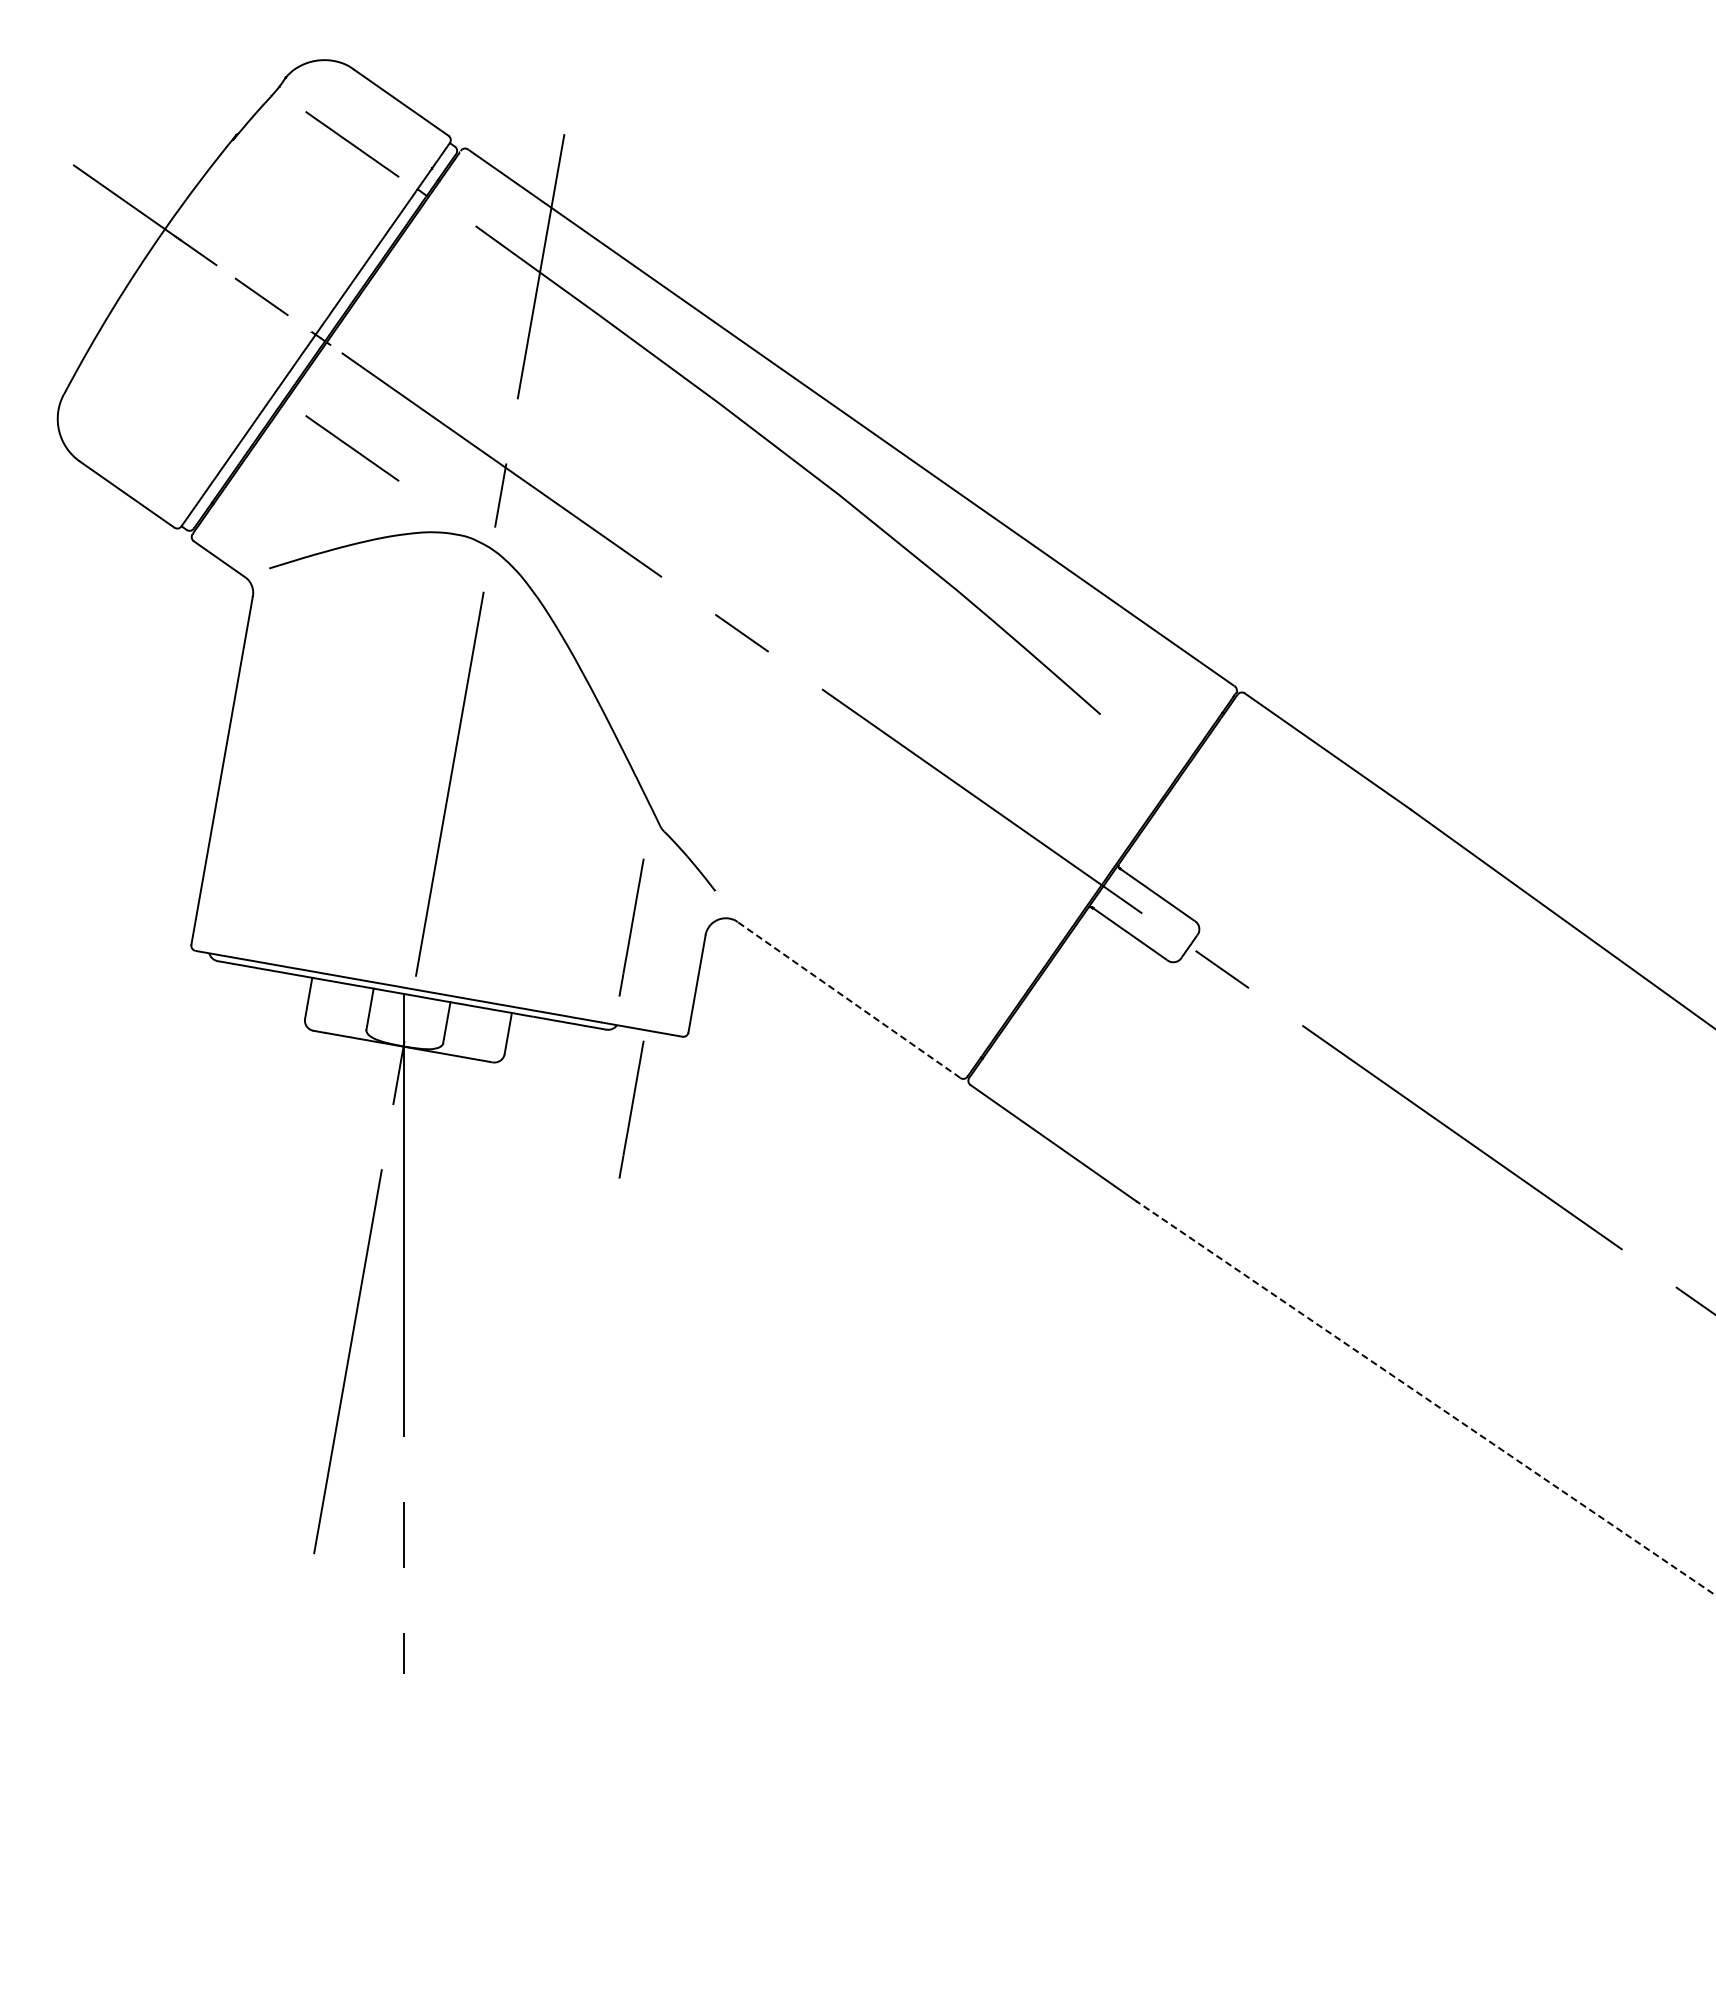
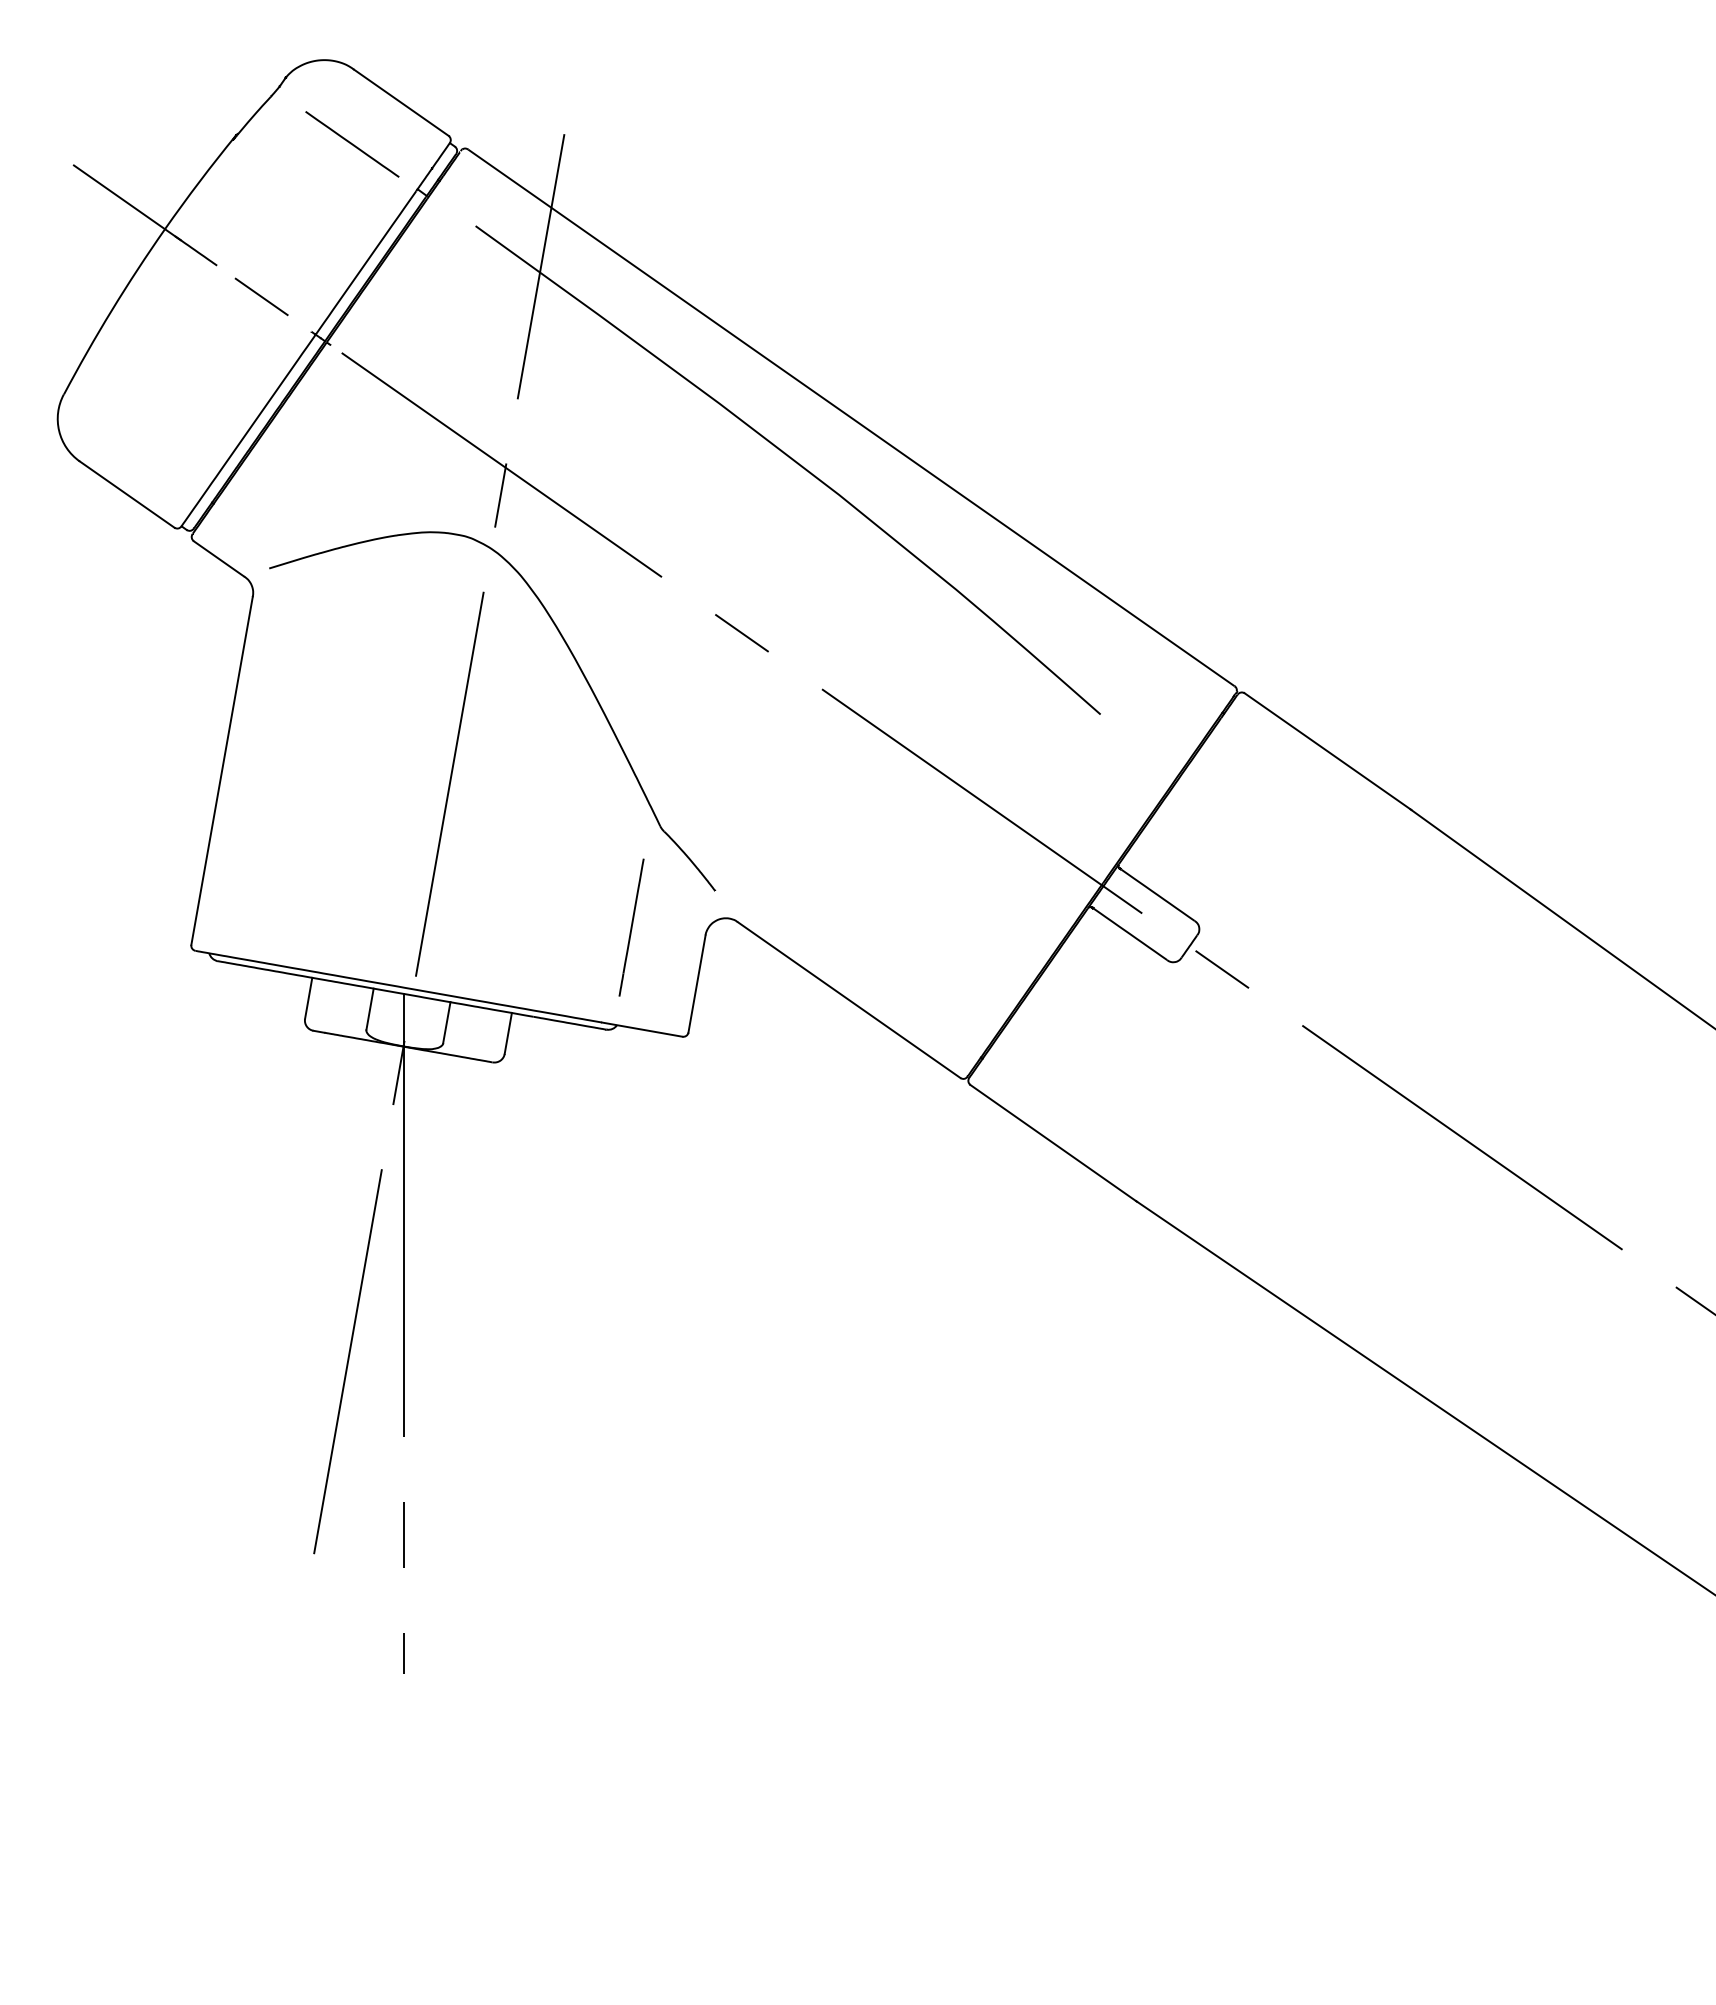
line at (352, 448): present -> none
line at (849, 1000): dashed -> solid
line at (631, 1109): present -> none
line at (1425, 1397): dashed -> solid
